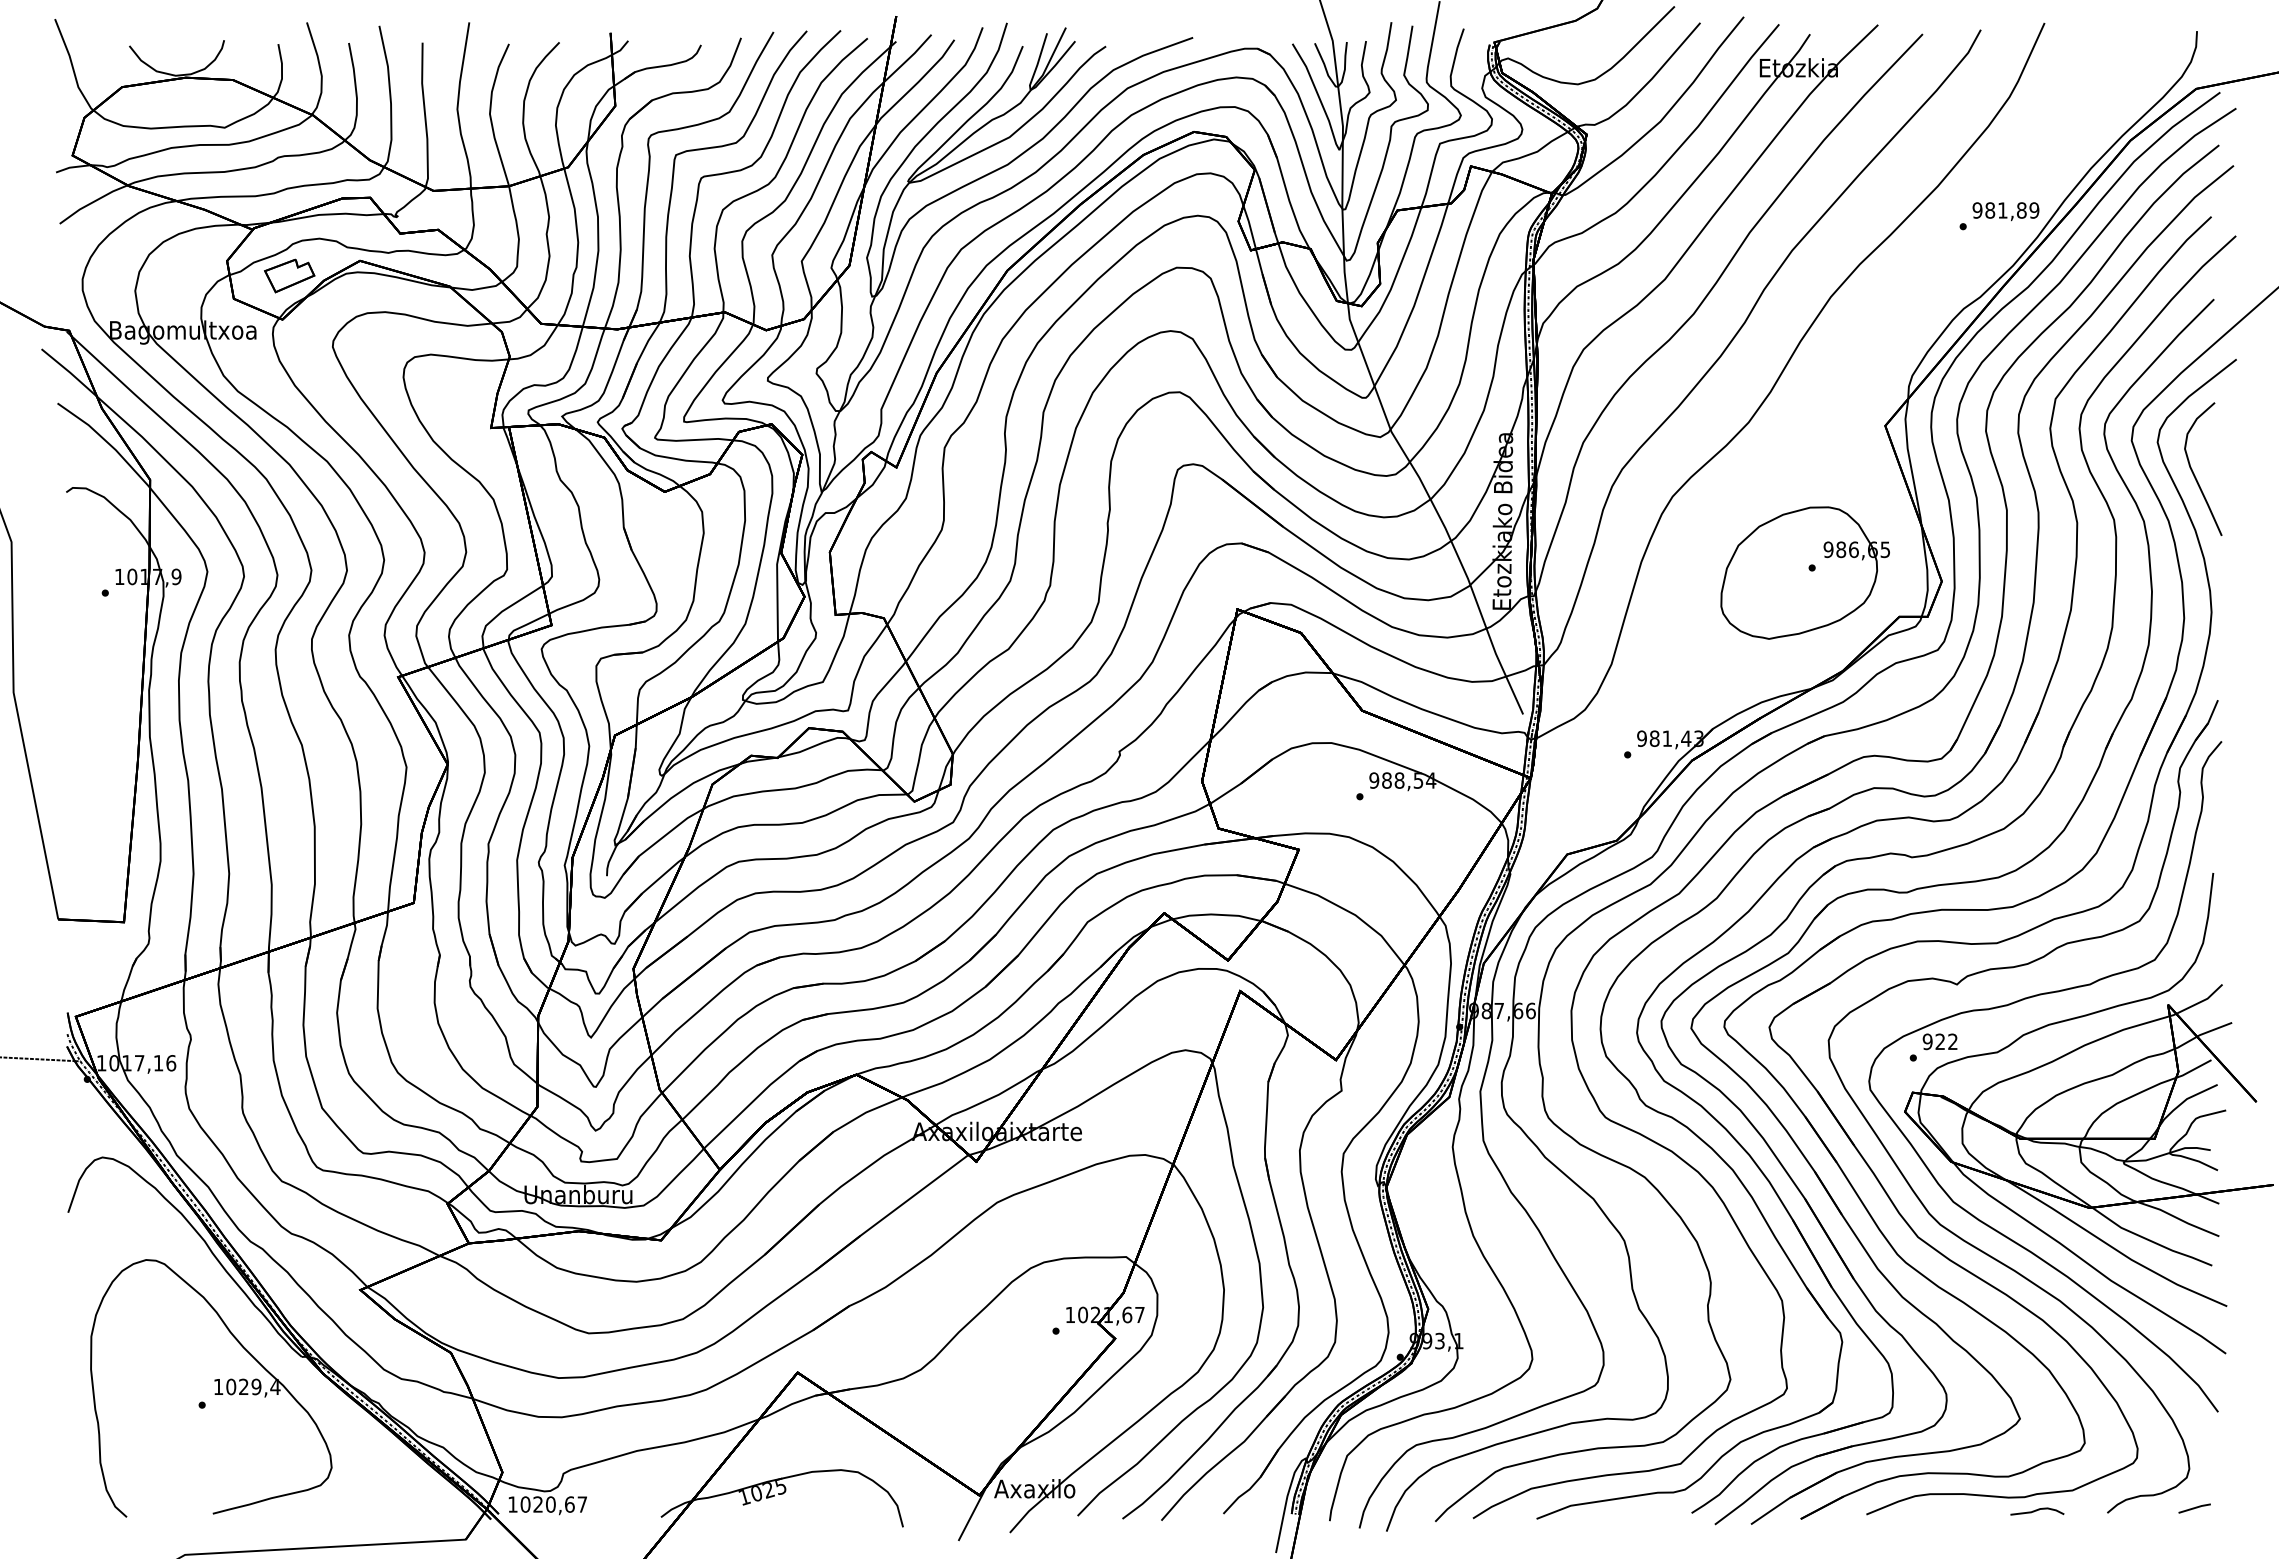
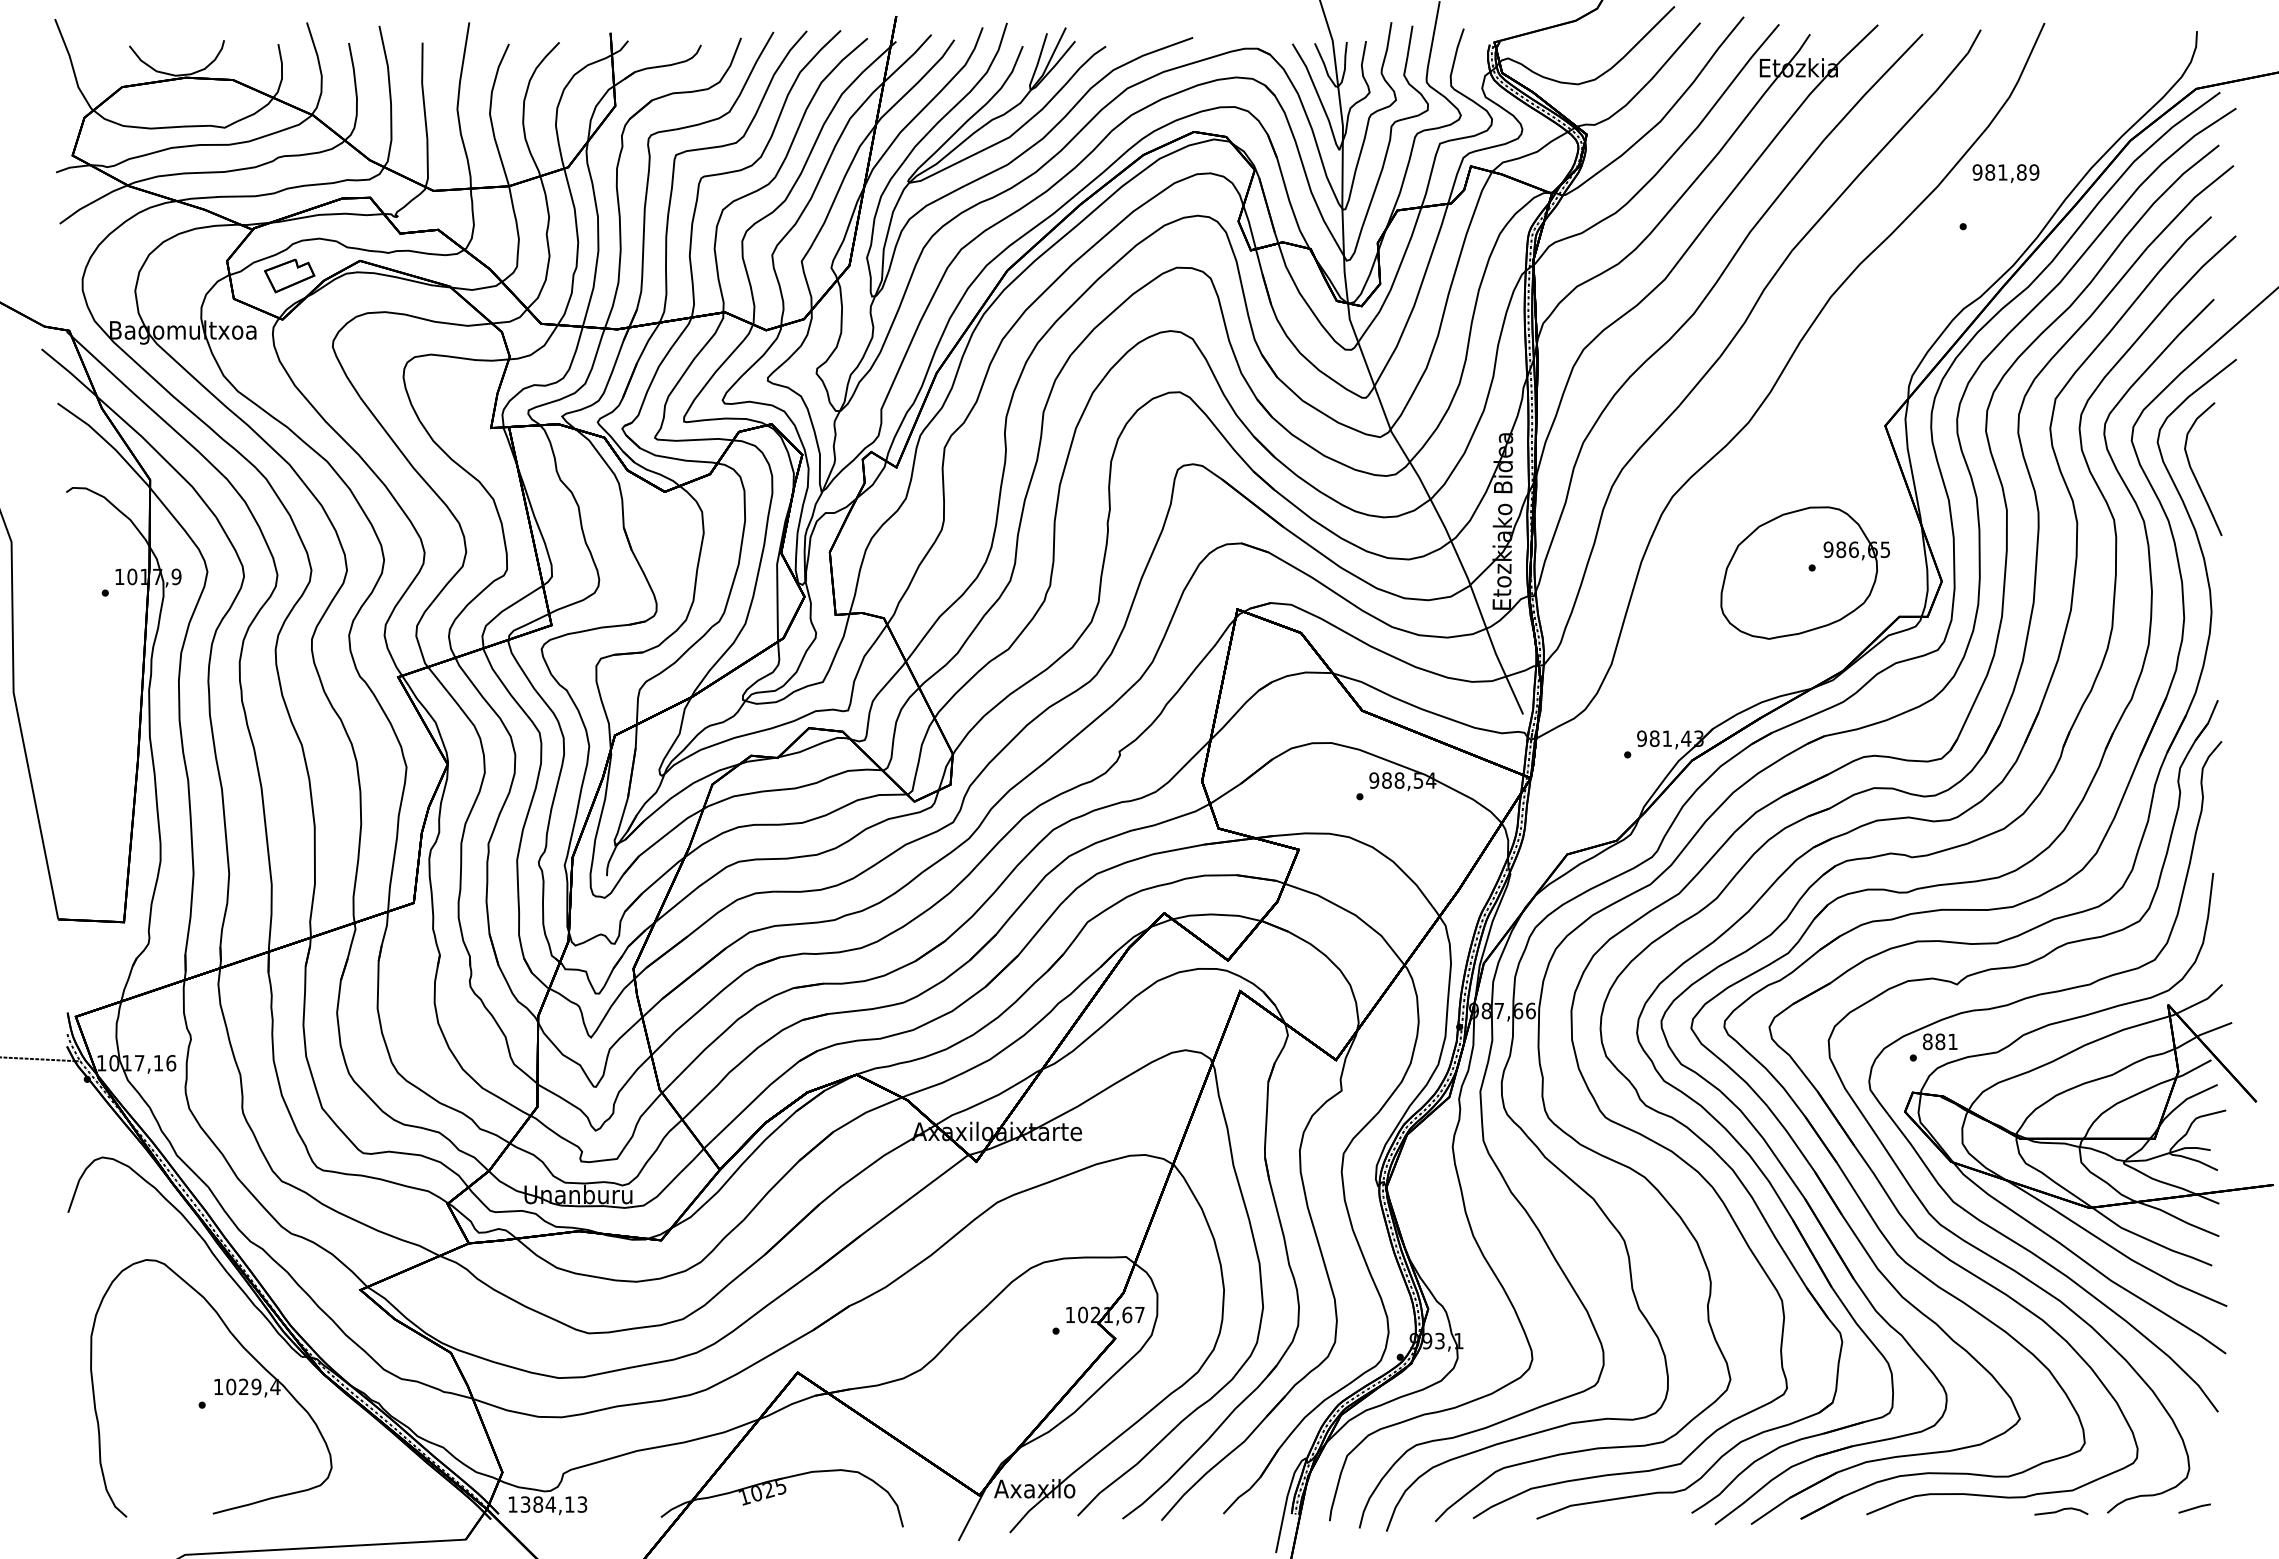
text at (2005, 211) position: (2005, 211) -> (2005, 173)
text at (1939, 1041): 922 -> 881
text at (553, 1504): 1020,67 -> 1384,13
curve at (2037, 1510) position: (2037, 1510) -> (2061, 1510)
